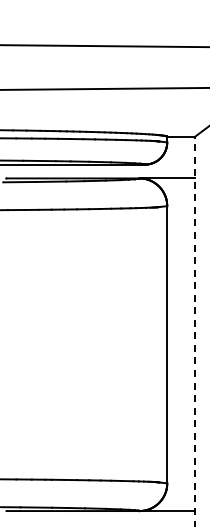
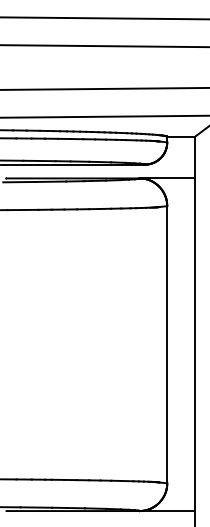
line at (104, 18): none -> present
line at (104, 116): none -> present
line at (194, 331): dashed -> solid
